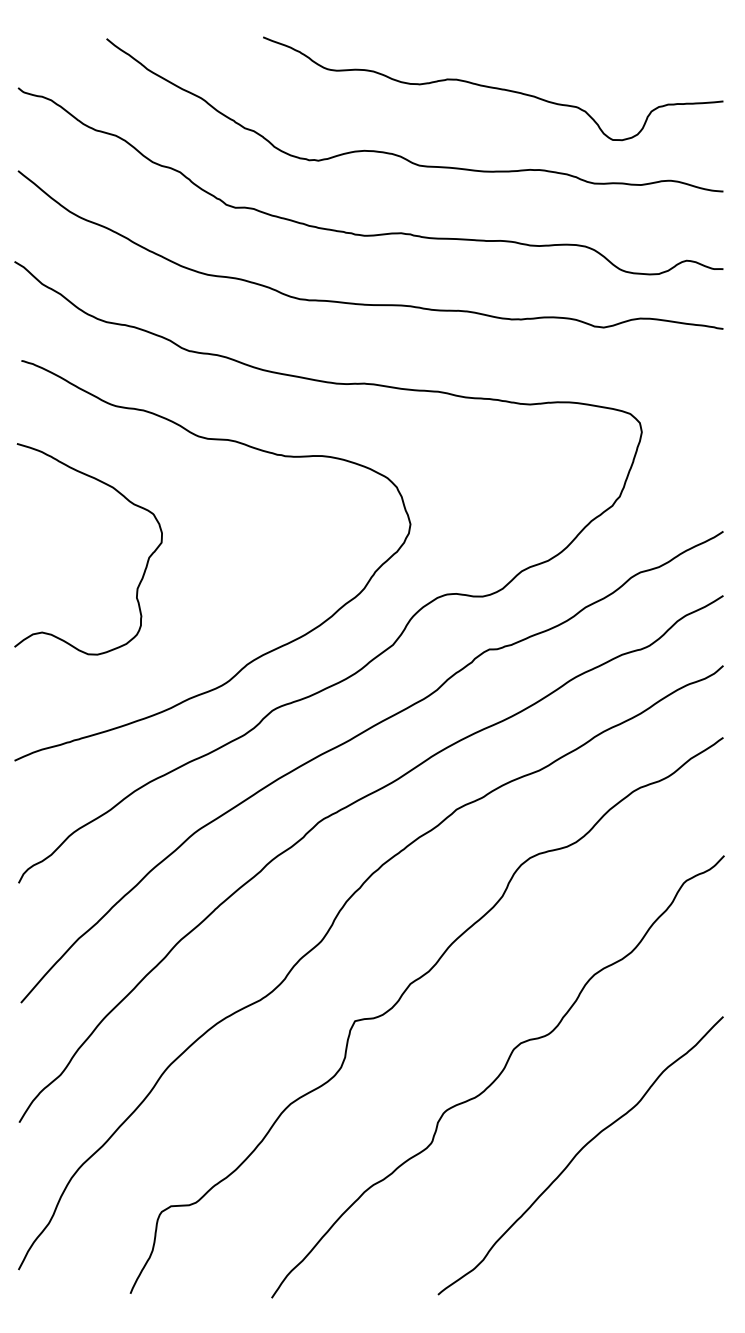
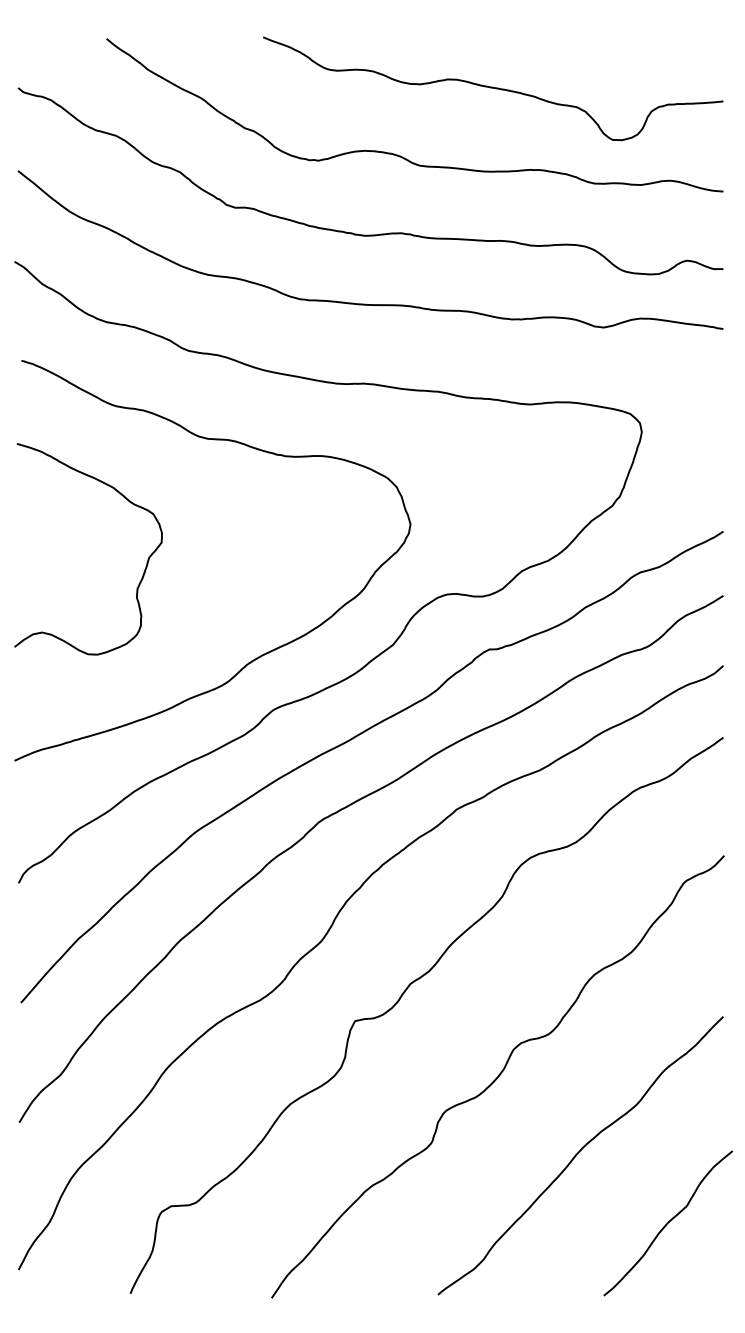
curve at (667, 1223): none -> present
